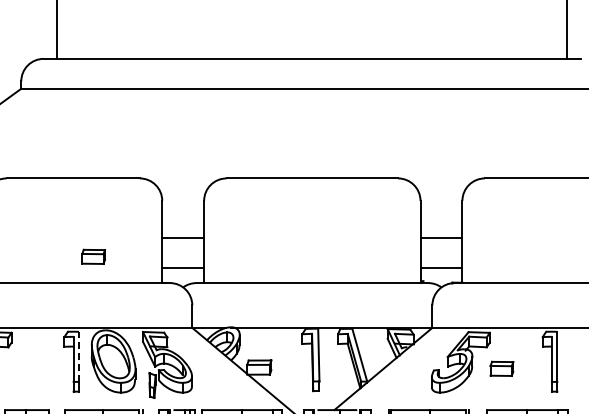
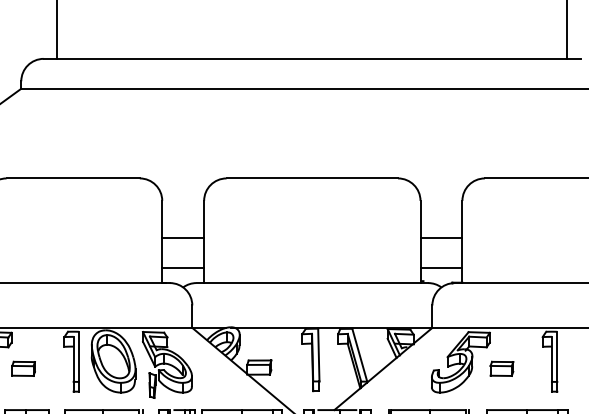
part at (93, 256) position: (93, 256) -> (23, 368)
line at (79, 356): dashed -> solid
